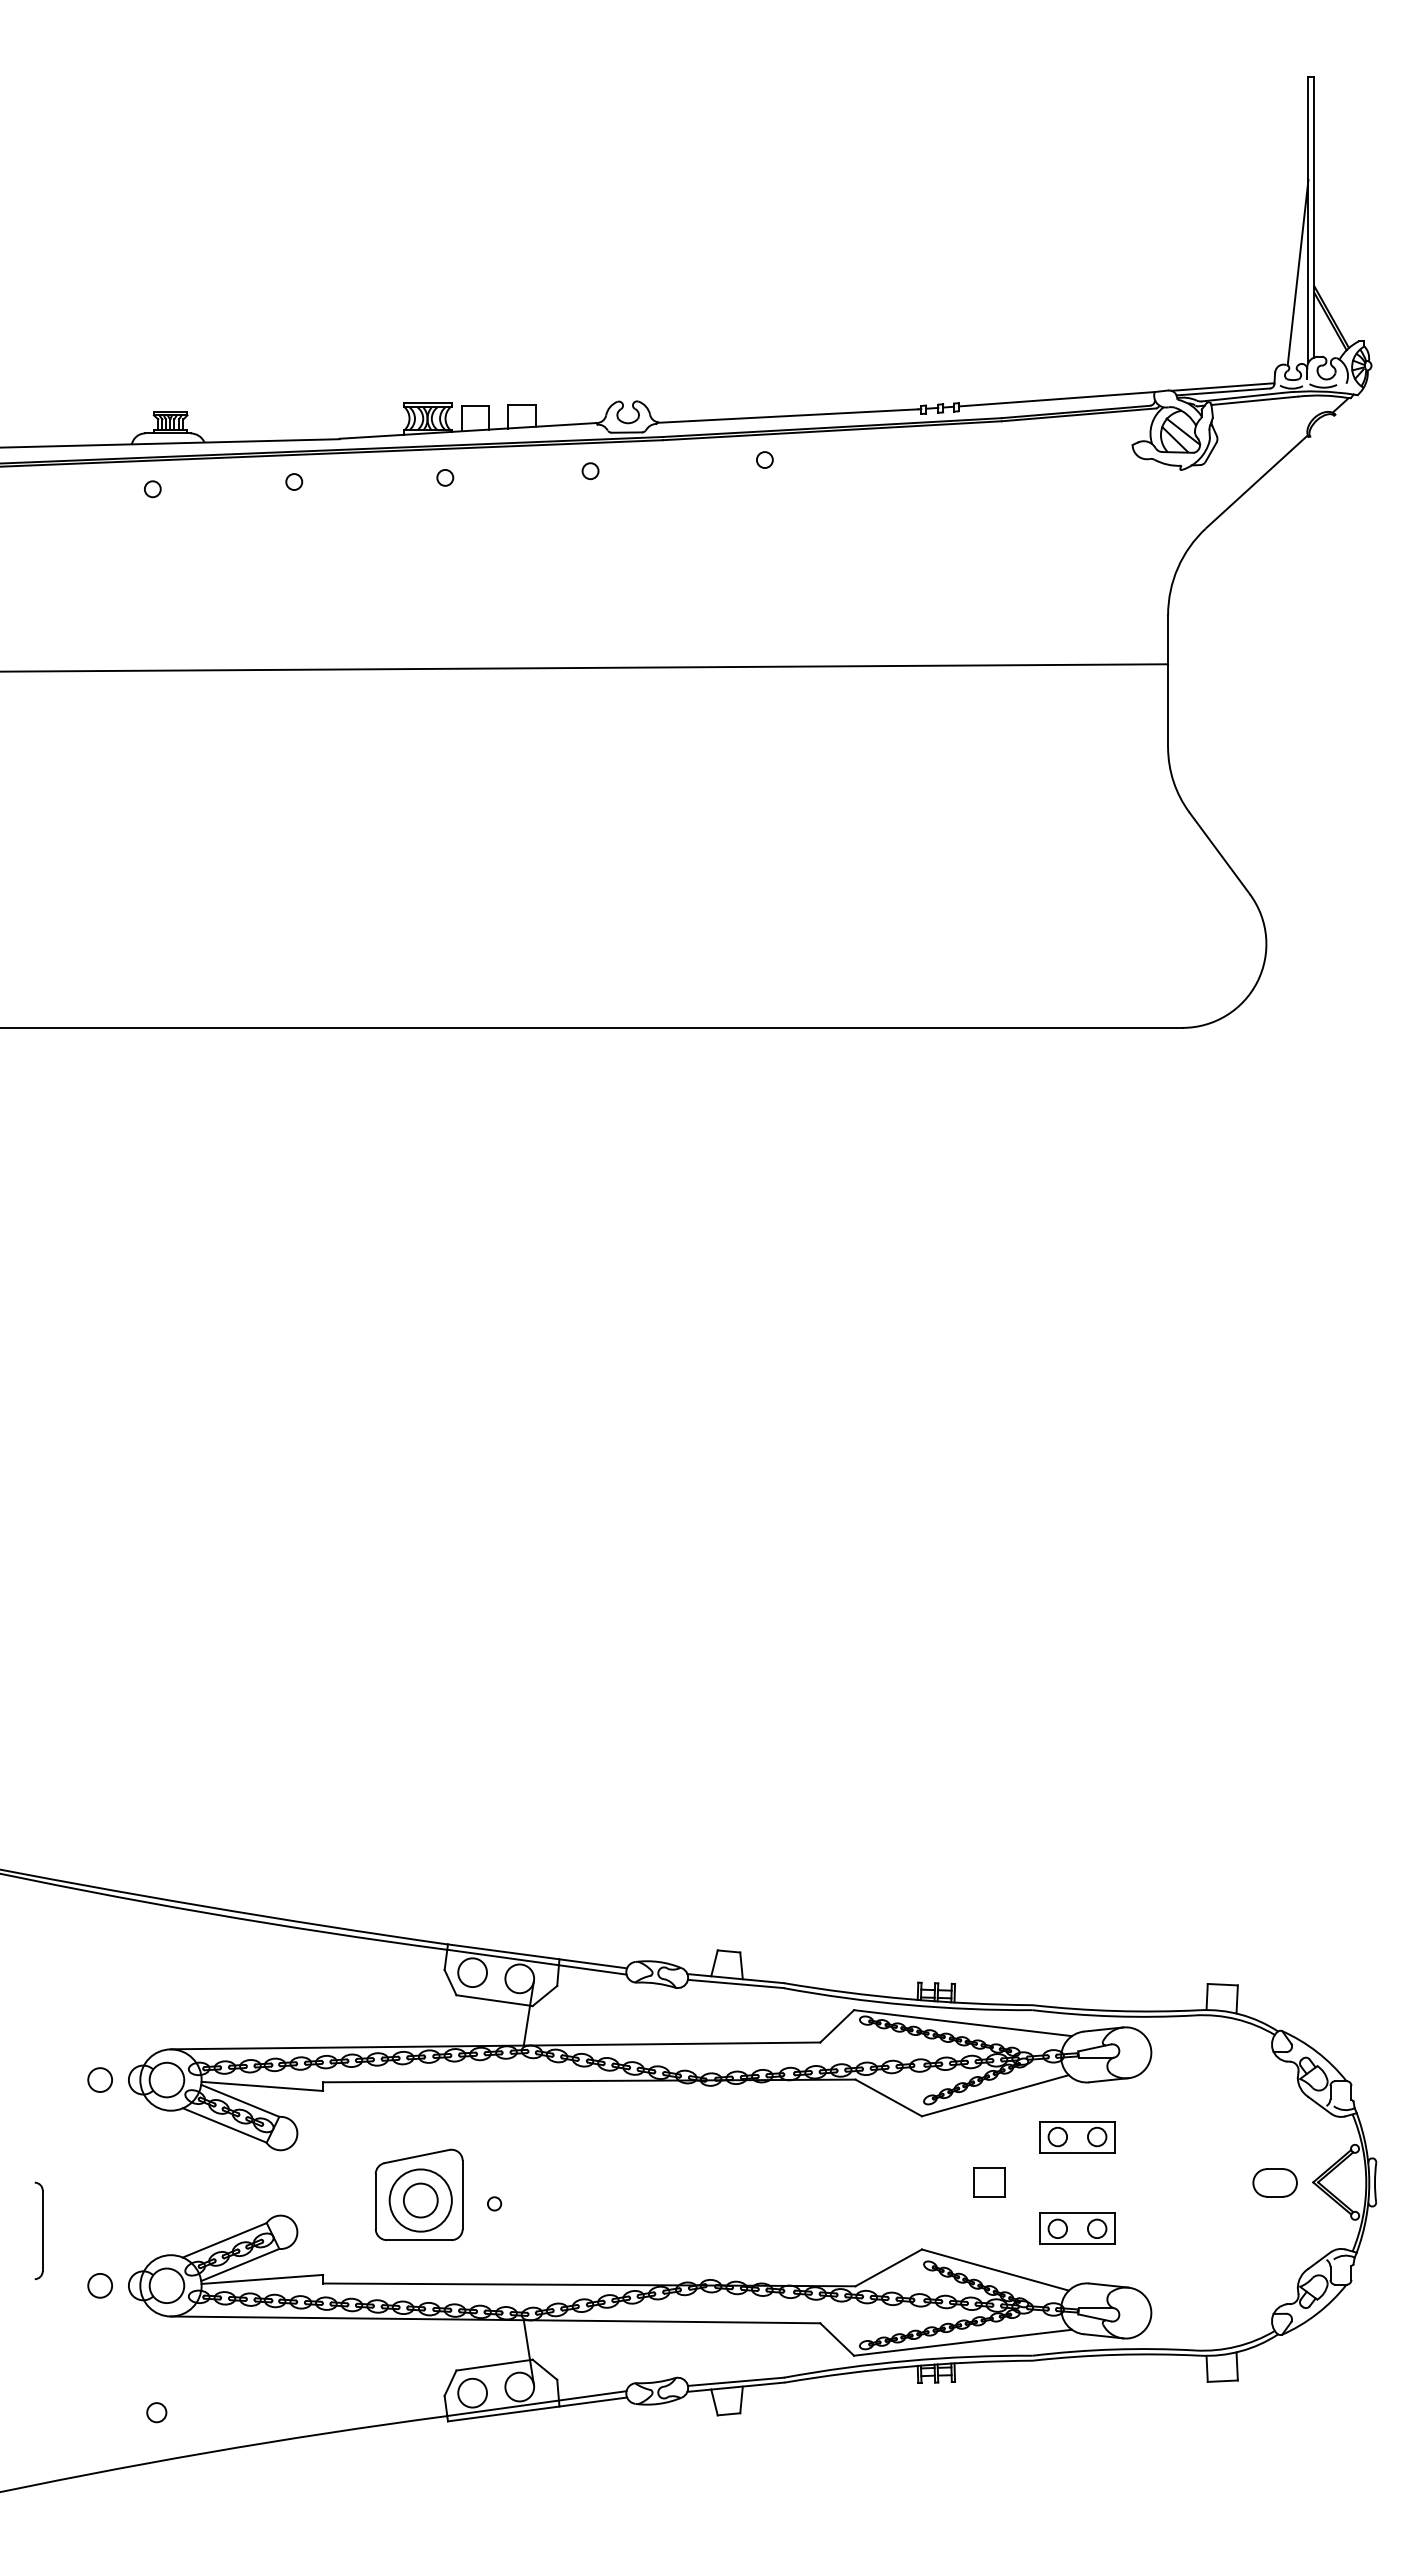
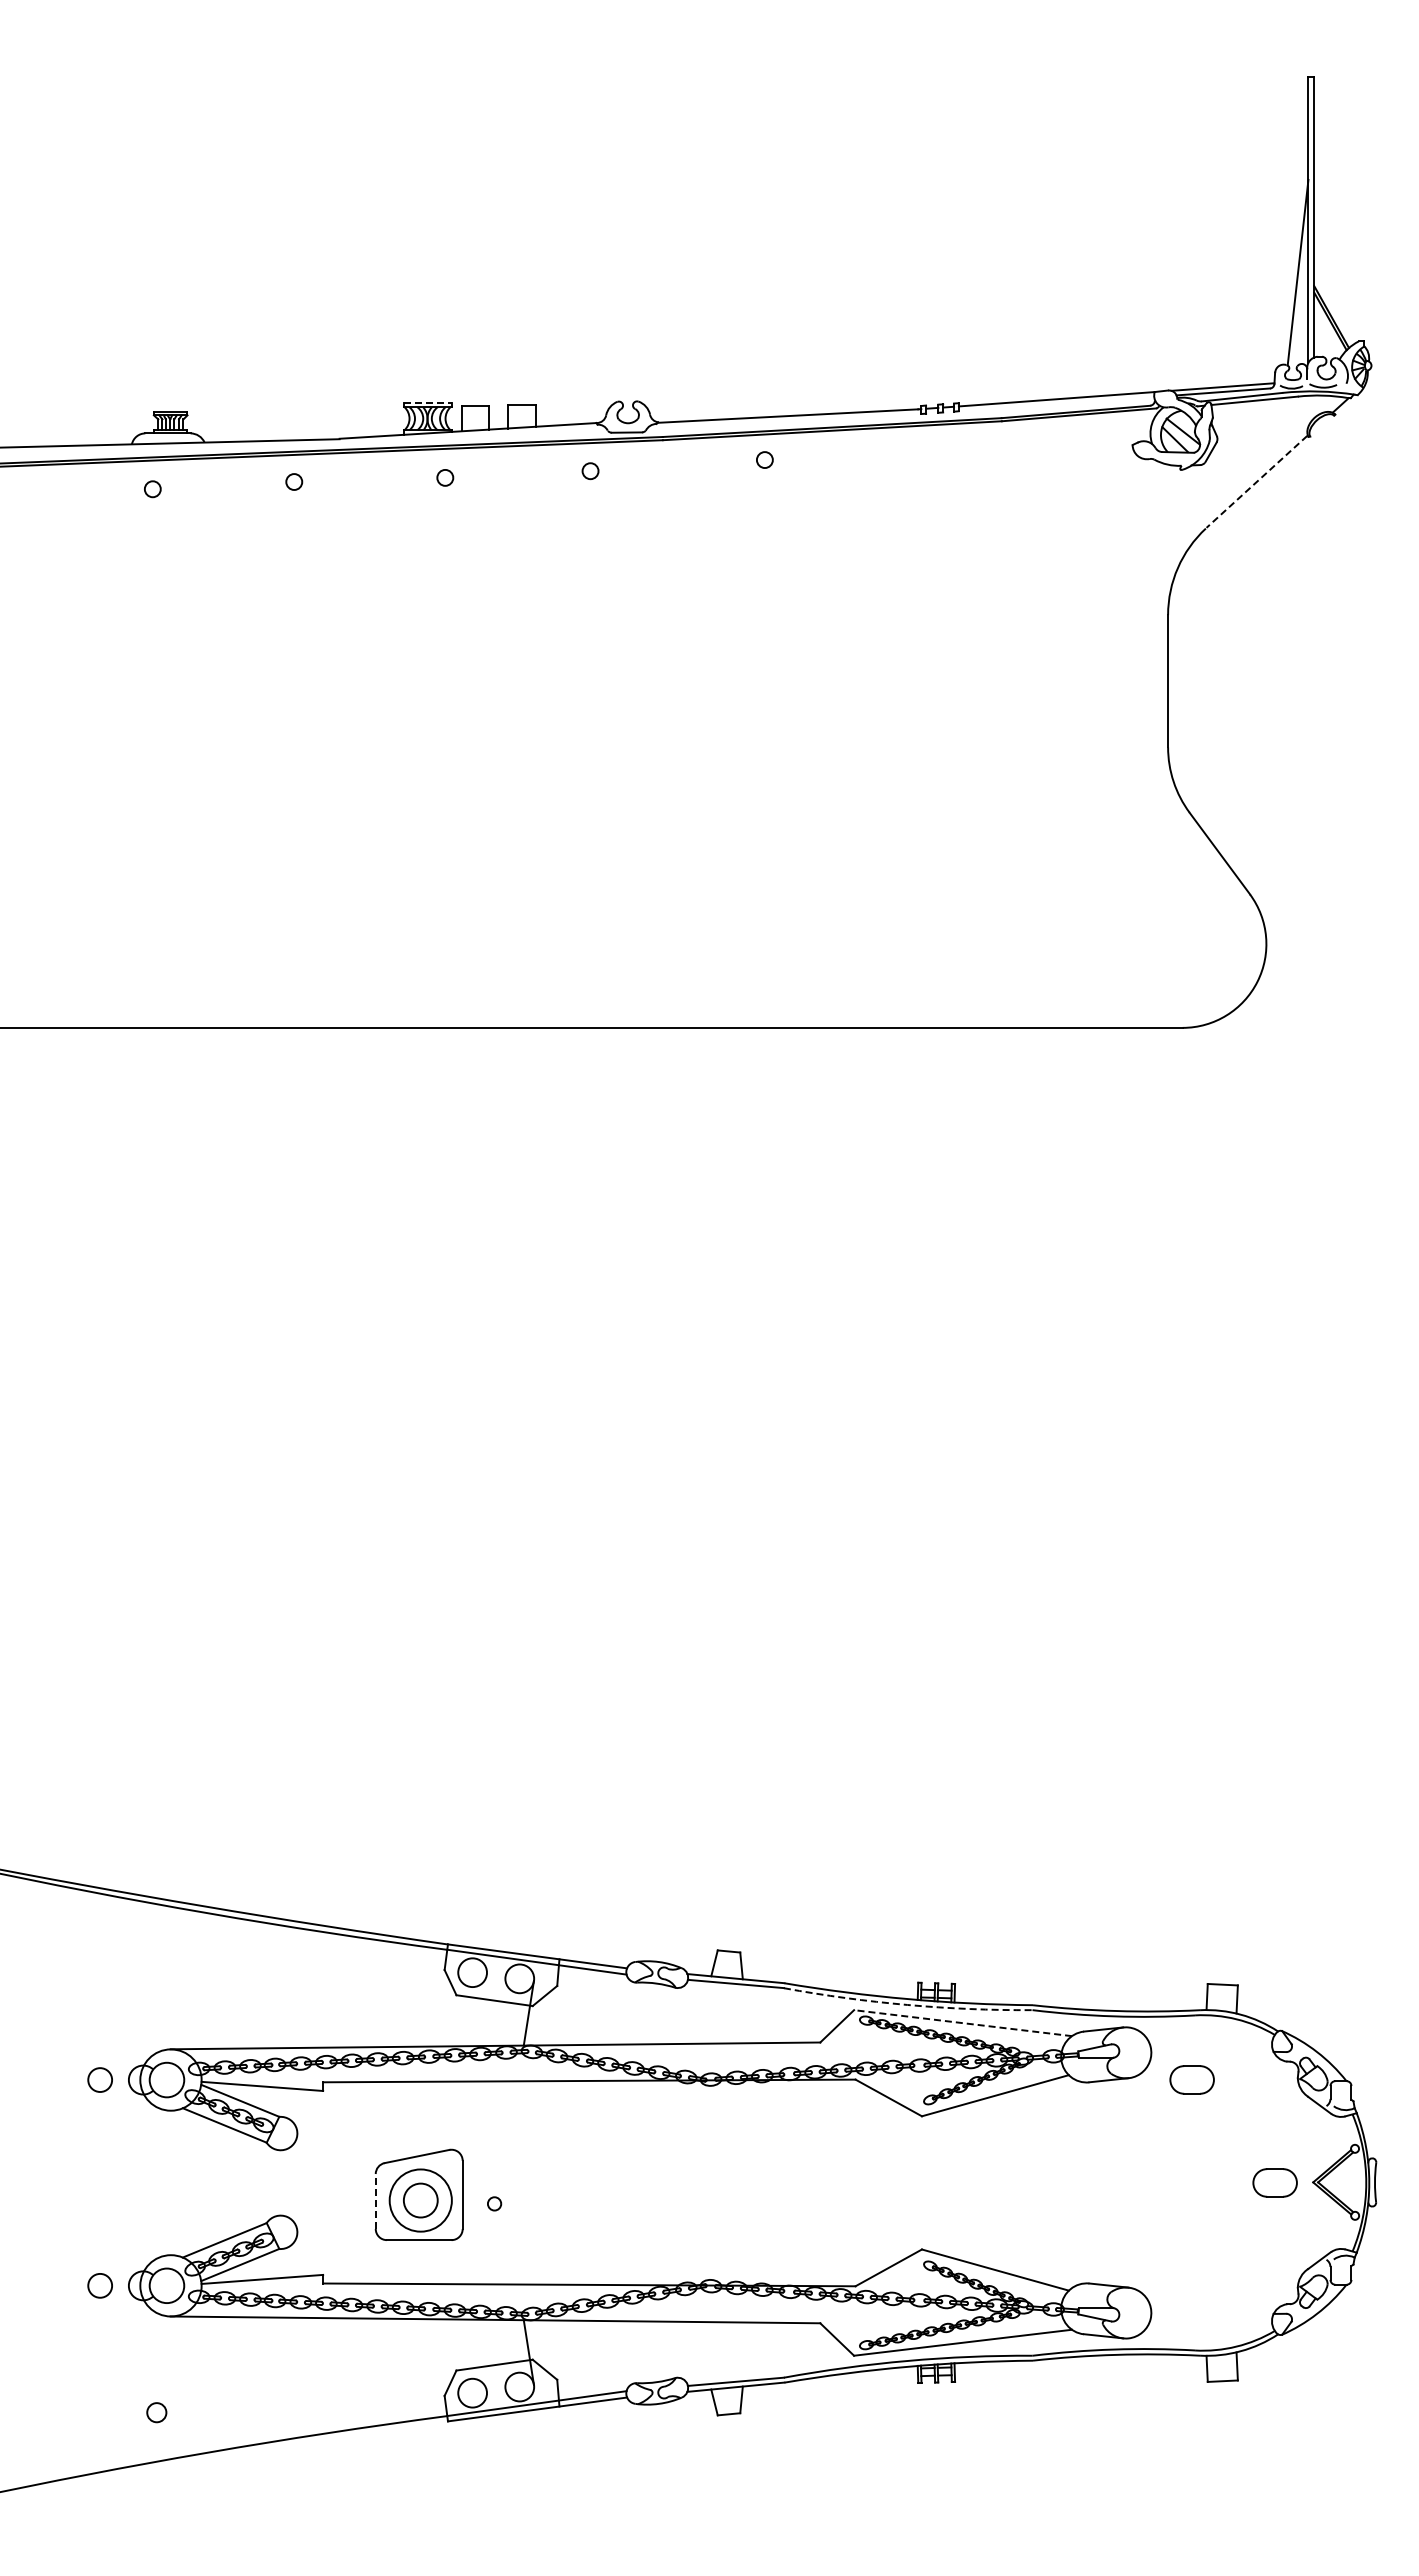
line at (428, 402): solid -> dashed
line at (1256, 482): solid -> dashed
line at (585, 667): present -> none
arc at (907, 2004): solid -> dashed
line at (963, 2023): solid -> dashed
part at (1191, 2079): none -> present
part at (1077, 2137): present -> none
part at (989, 2182): present -> none
line at (375, 2201): solid -> dashed
part at (1077, 2228): present -> none
part at (38, 2230): present -> none
